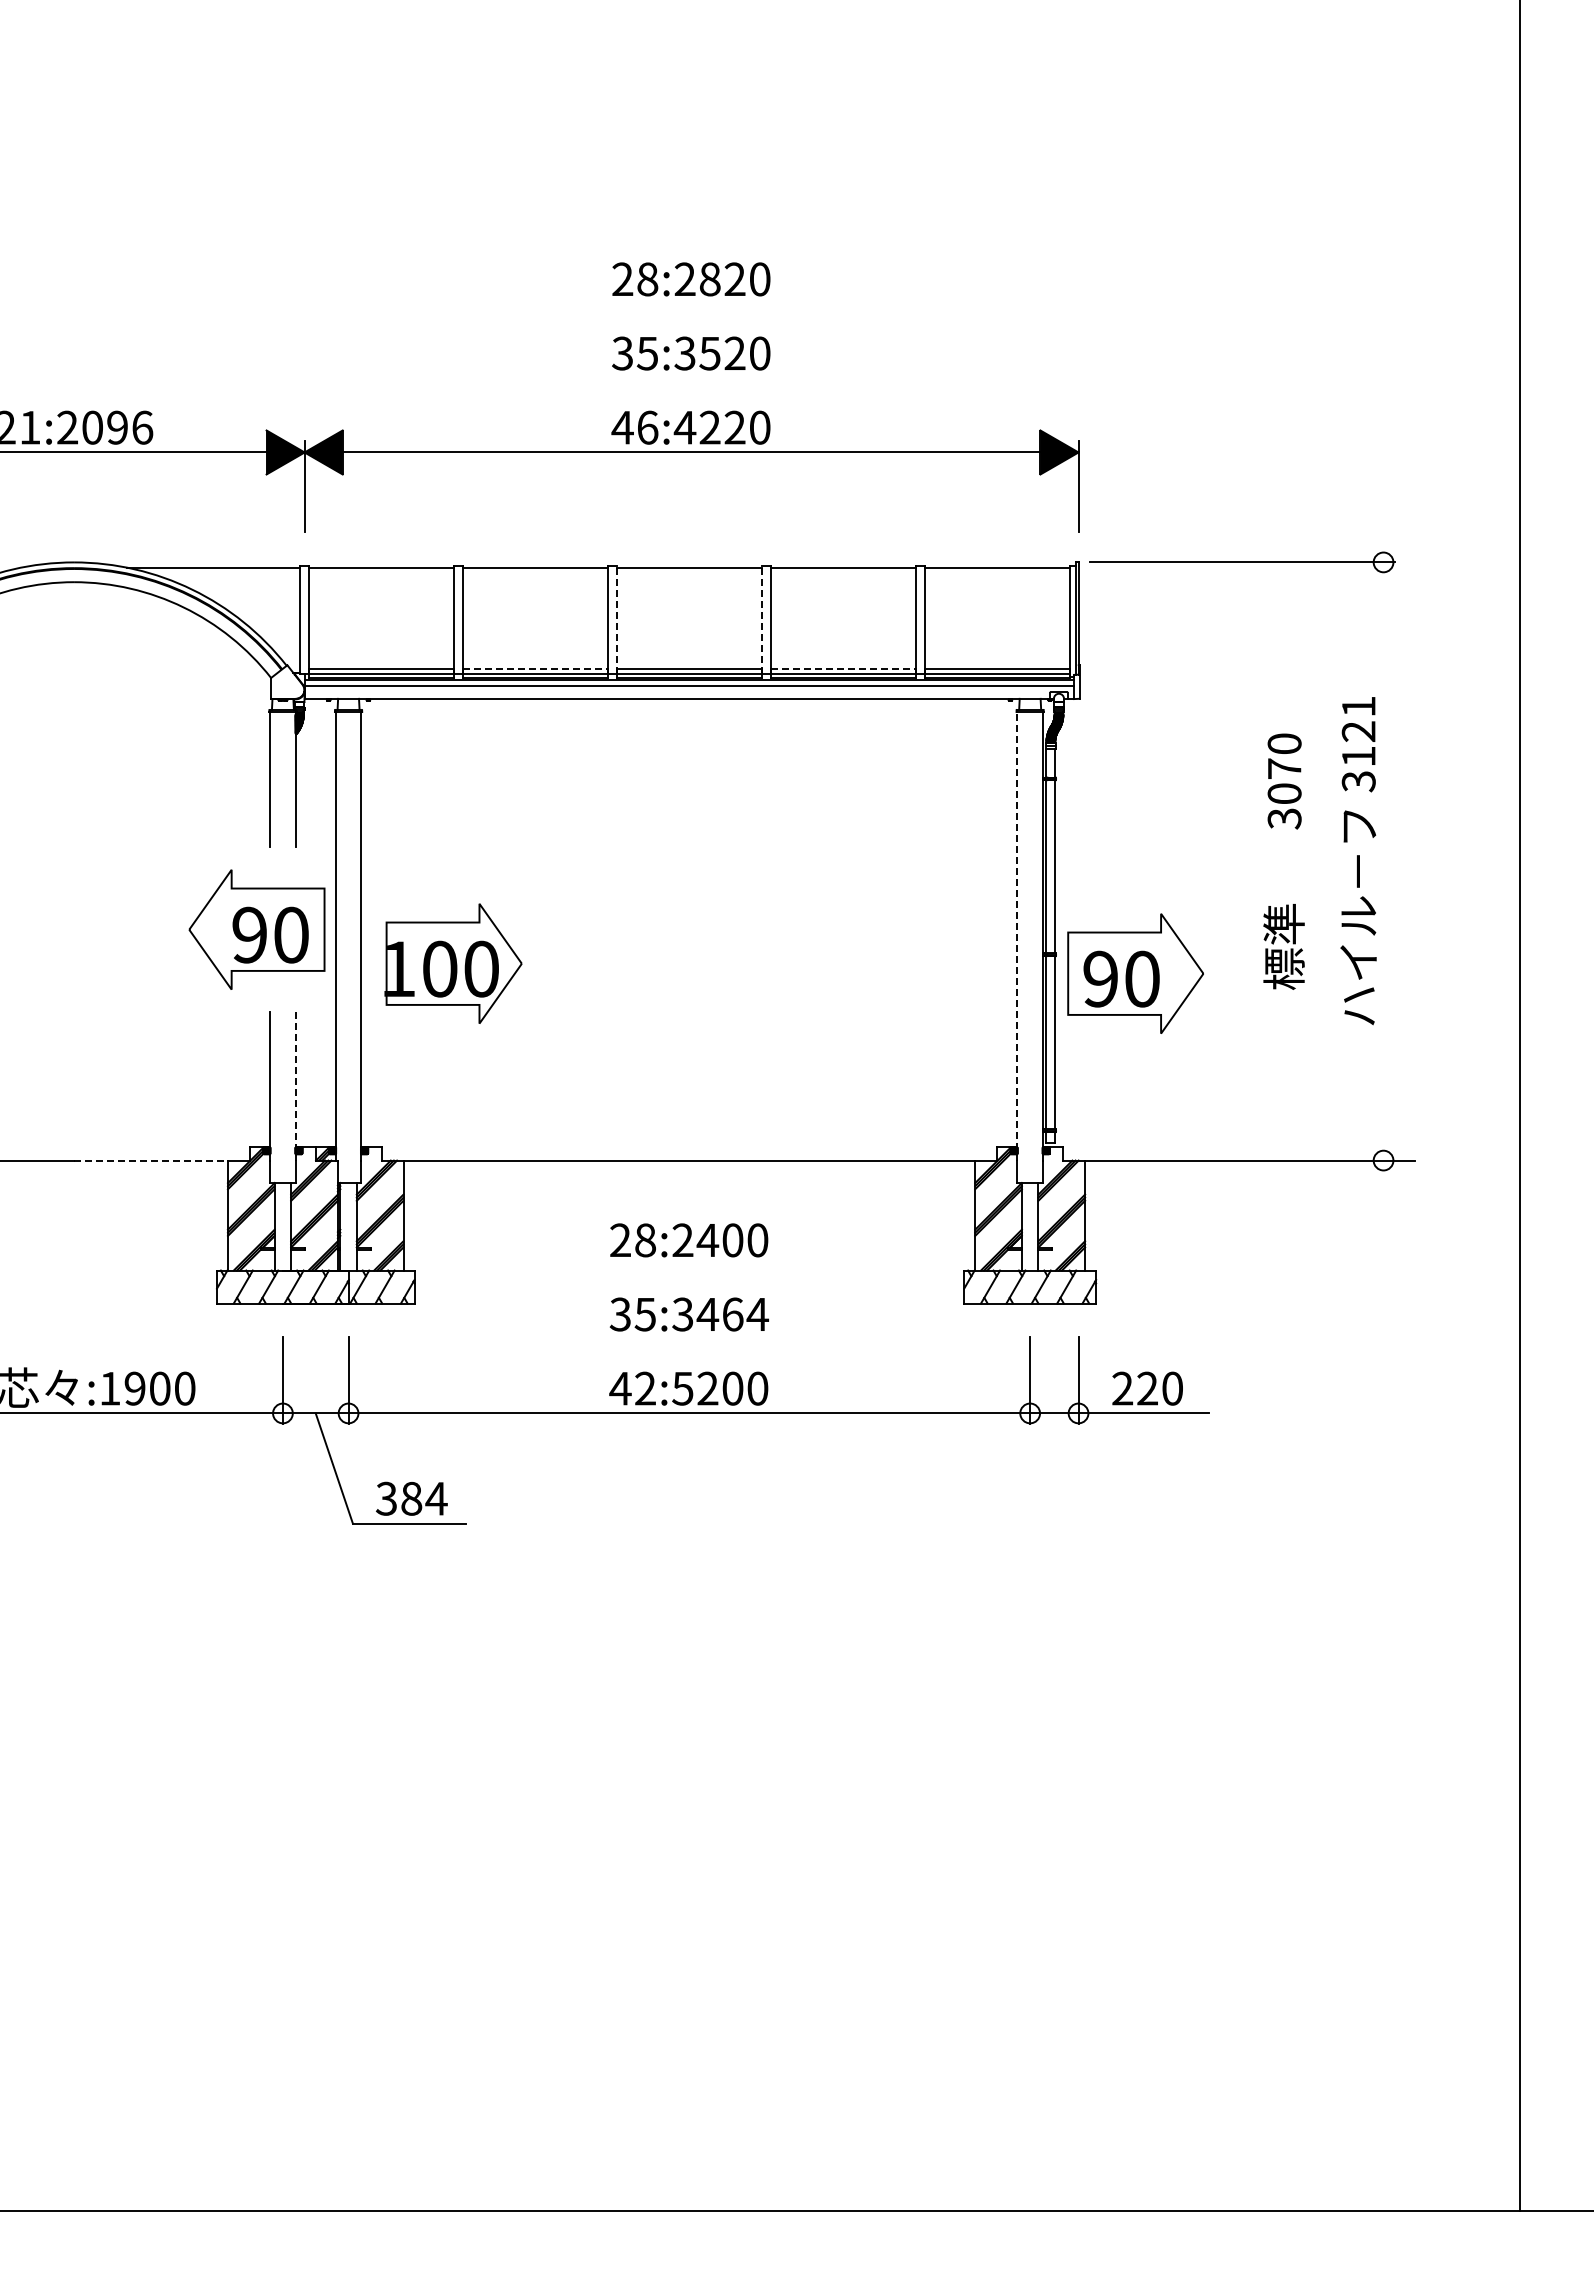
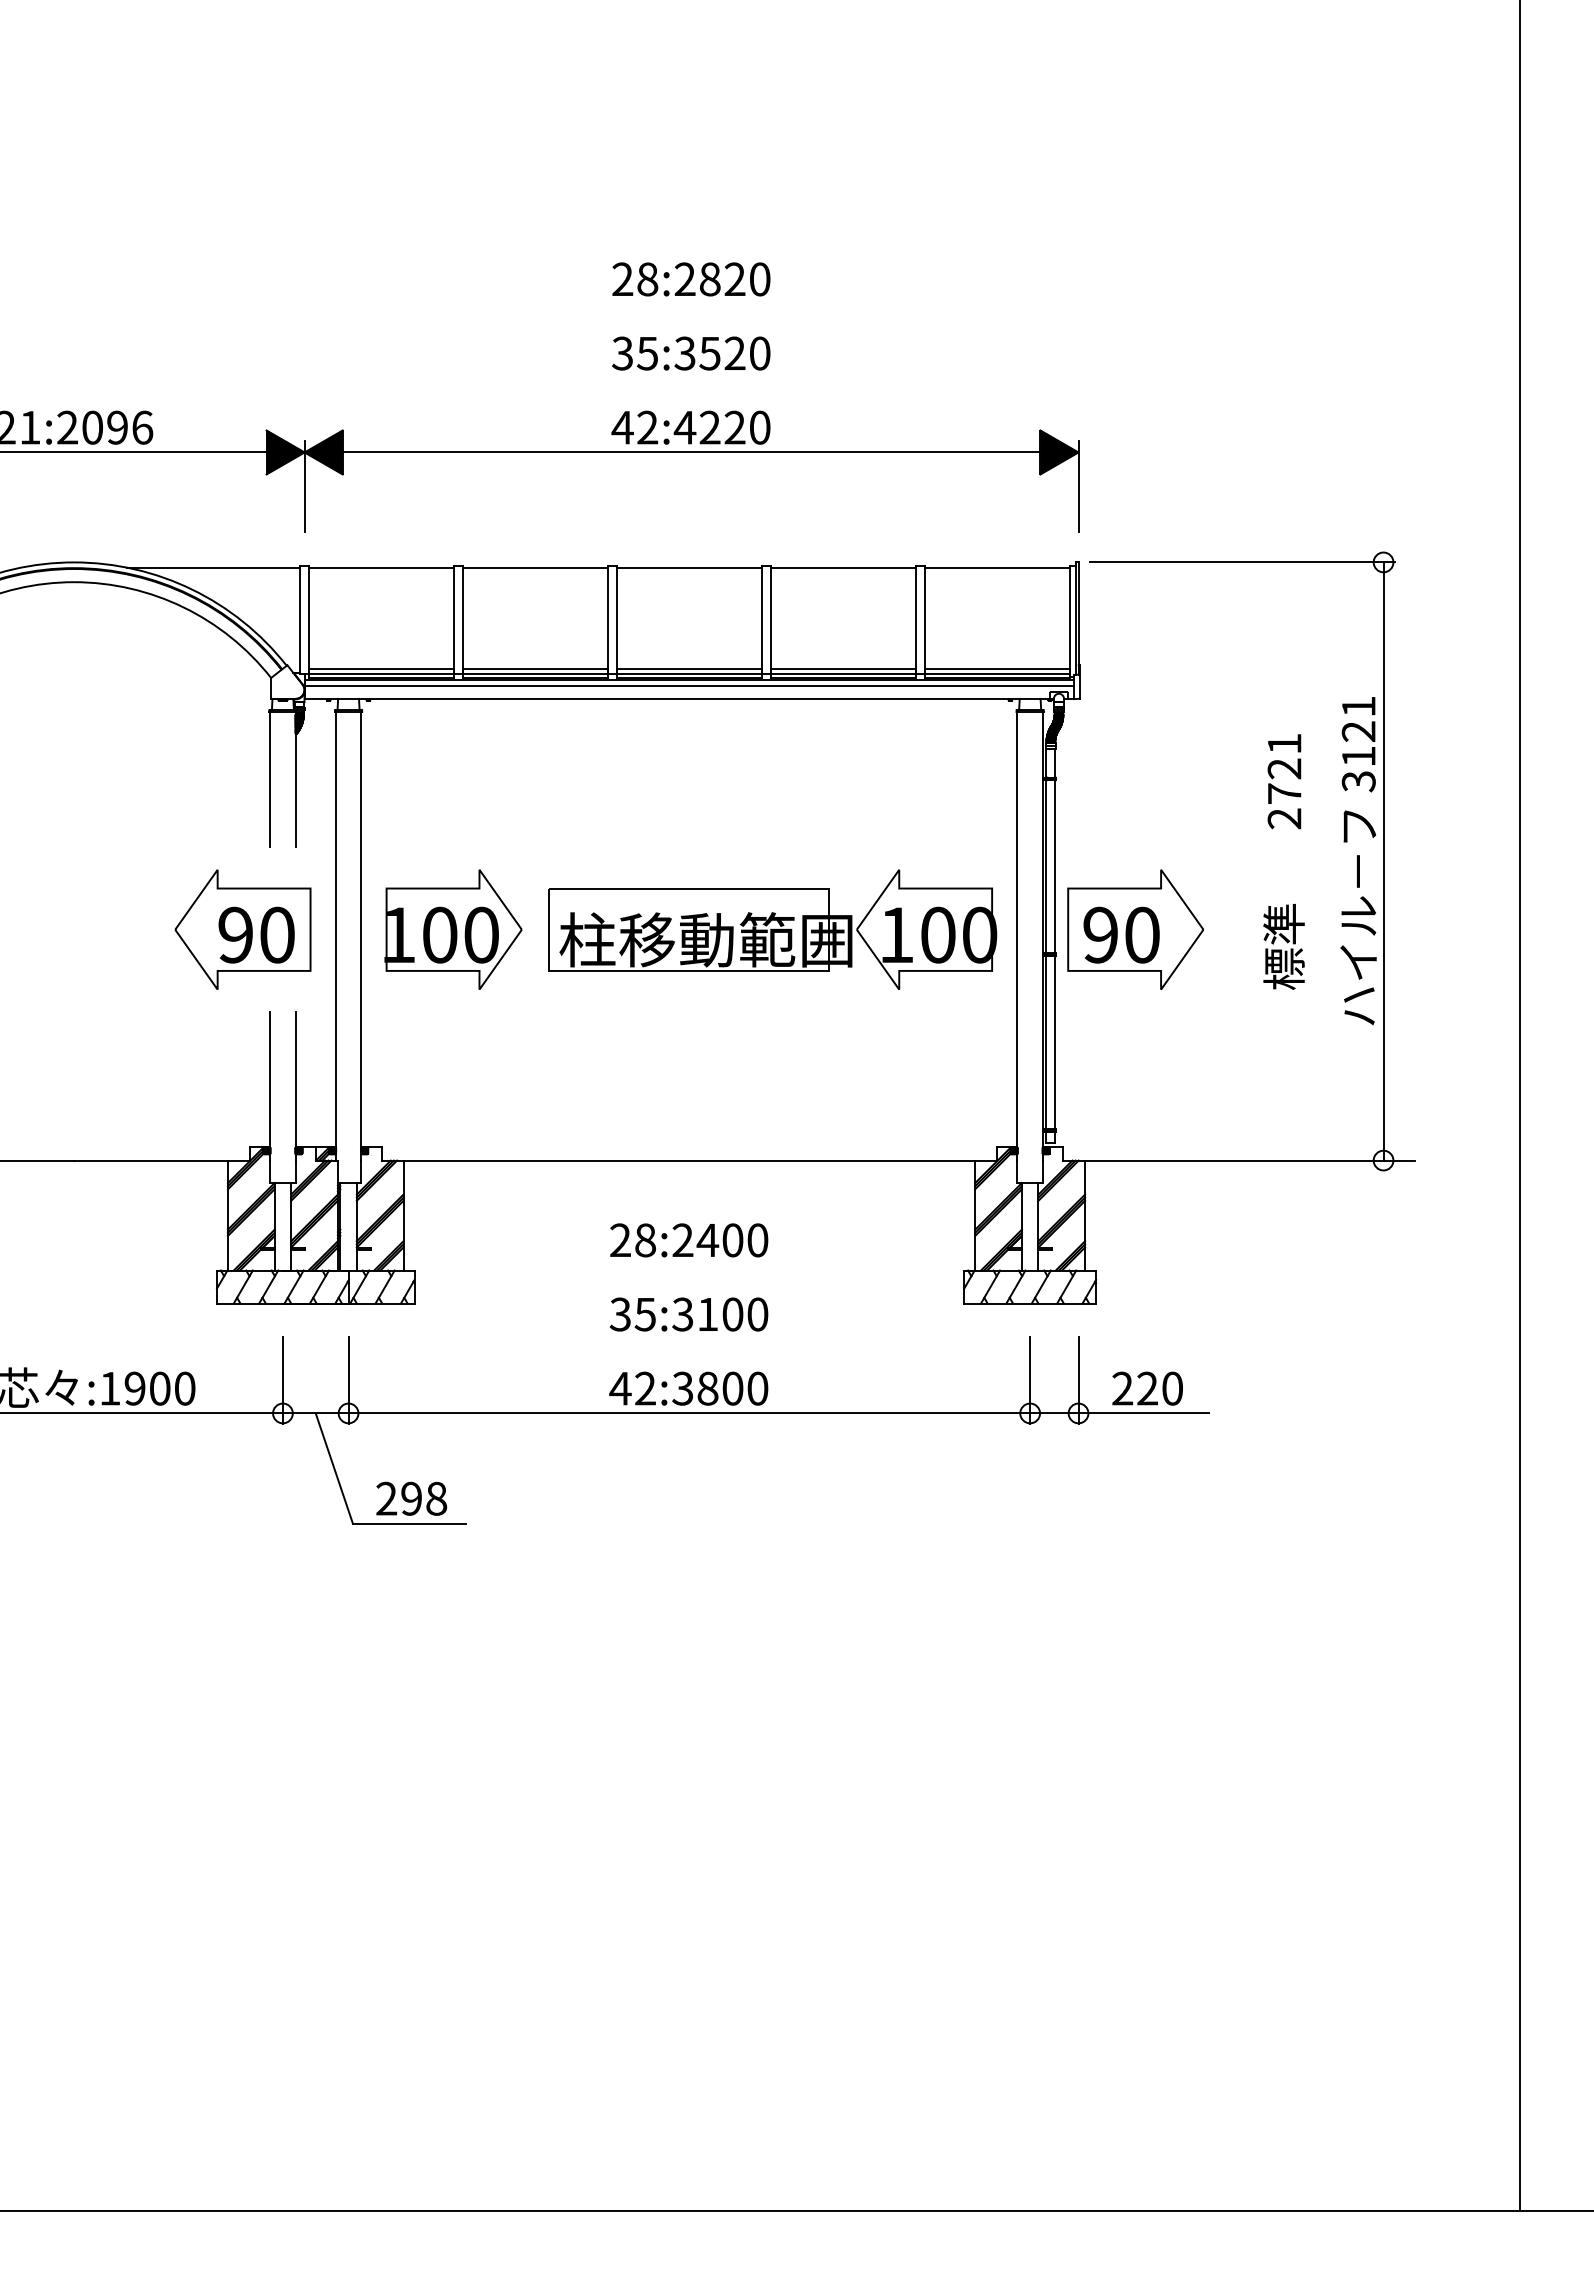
text at (647, 427): 46:4220 -> 42:4220
line at (616, 620): dashed -> solid
line at (761, 620): dashed -> solid
line at (535, 668): dashed -> solid
line at (843, 668): dashed -> solid
text at (1284, 781): 3070 -> 2721
line at (1383, 861): none -> present
part at (256, 929) position: (256, 929) -> (242, 929)
part at (772, 929): none -> present
line at (1017, 935): dashed -> solid
part at (453, 963) position: (453, 963) -> (453, 929)
part at (1135, 973) position: (1135, 973) -> (1135, 929)
line at (295, 1086): dashed -> solid
line at (151, 1160): dashed -> solid
text at (732, 1314): 35:3464 -> 35:3100
text at (695, 1388): 42:5200 -> 42:3800
text at (411, 1498): 384 -> 298
